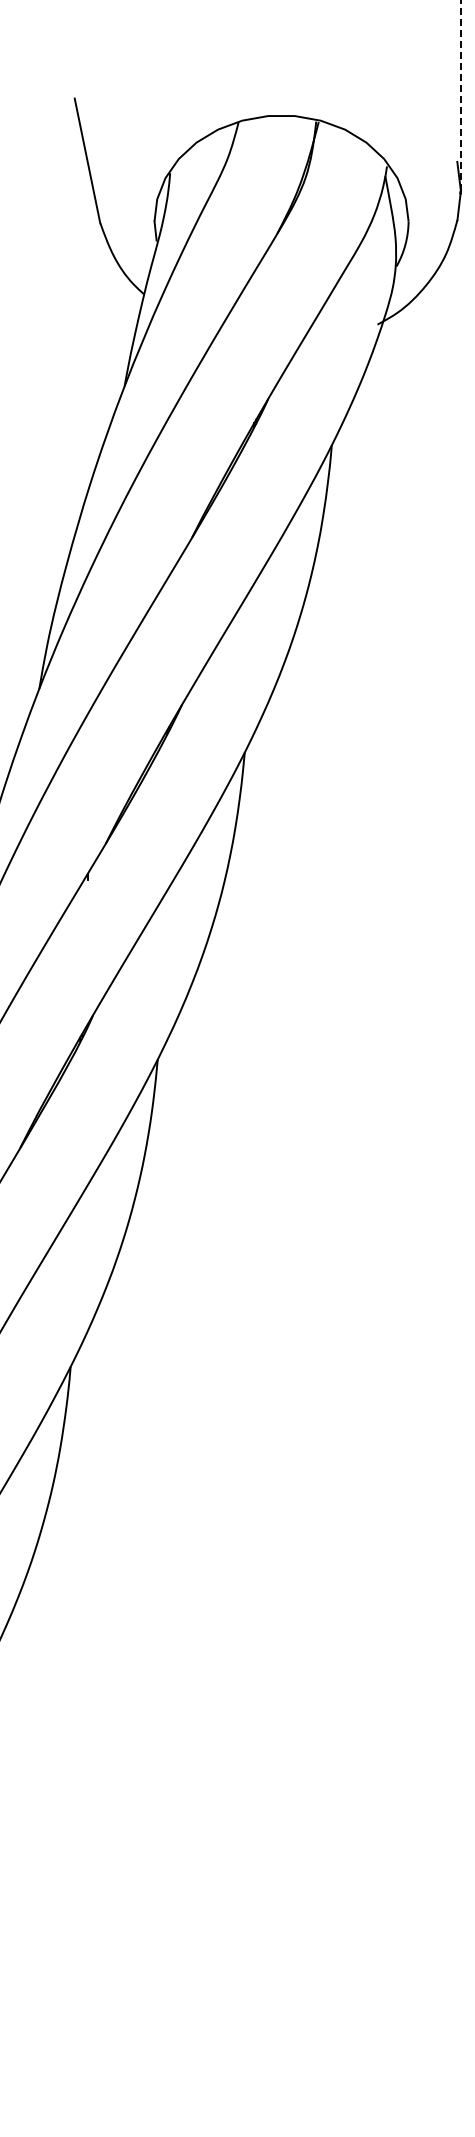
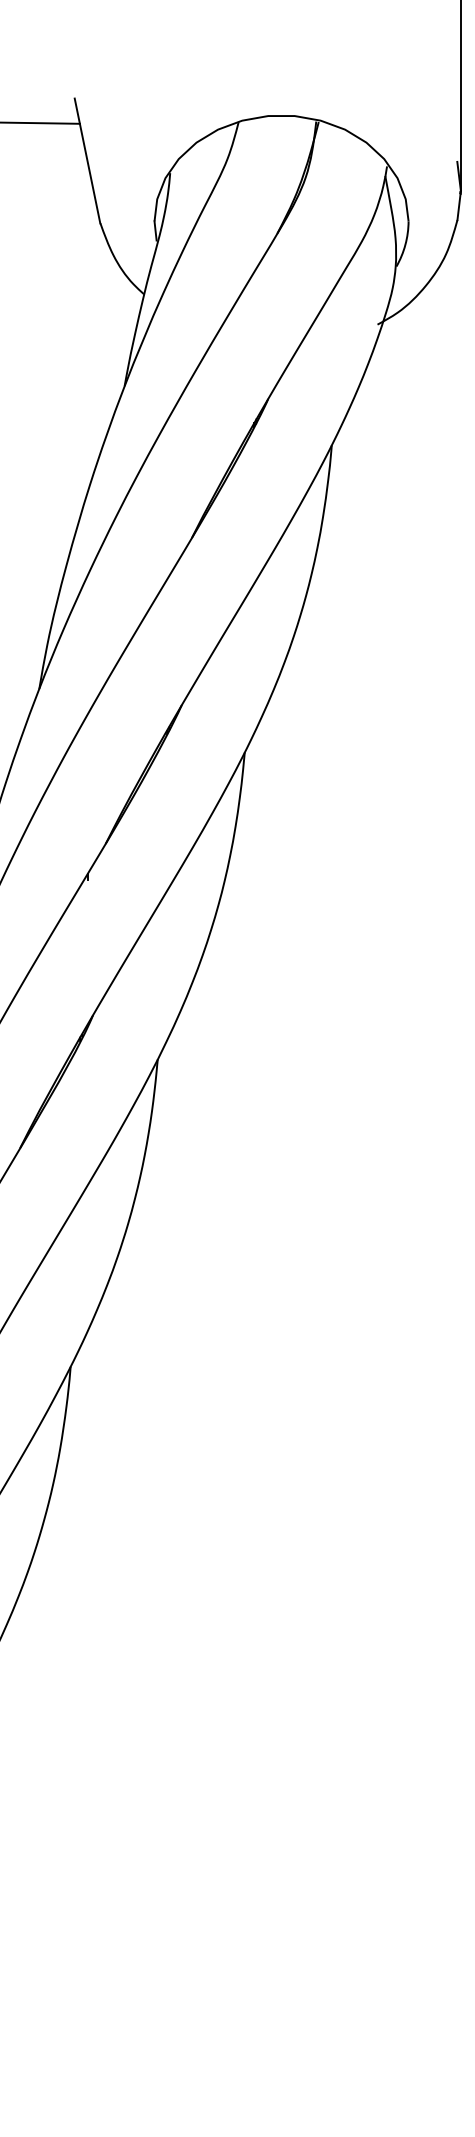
line at (460, 95): dashed -> solid
line at (40, 122): none -> present
